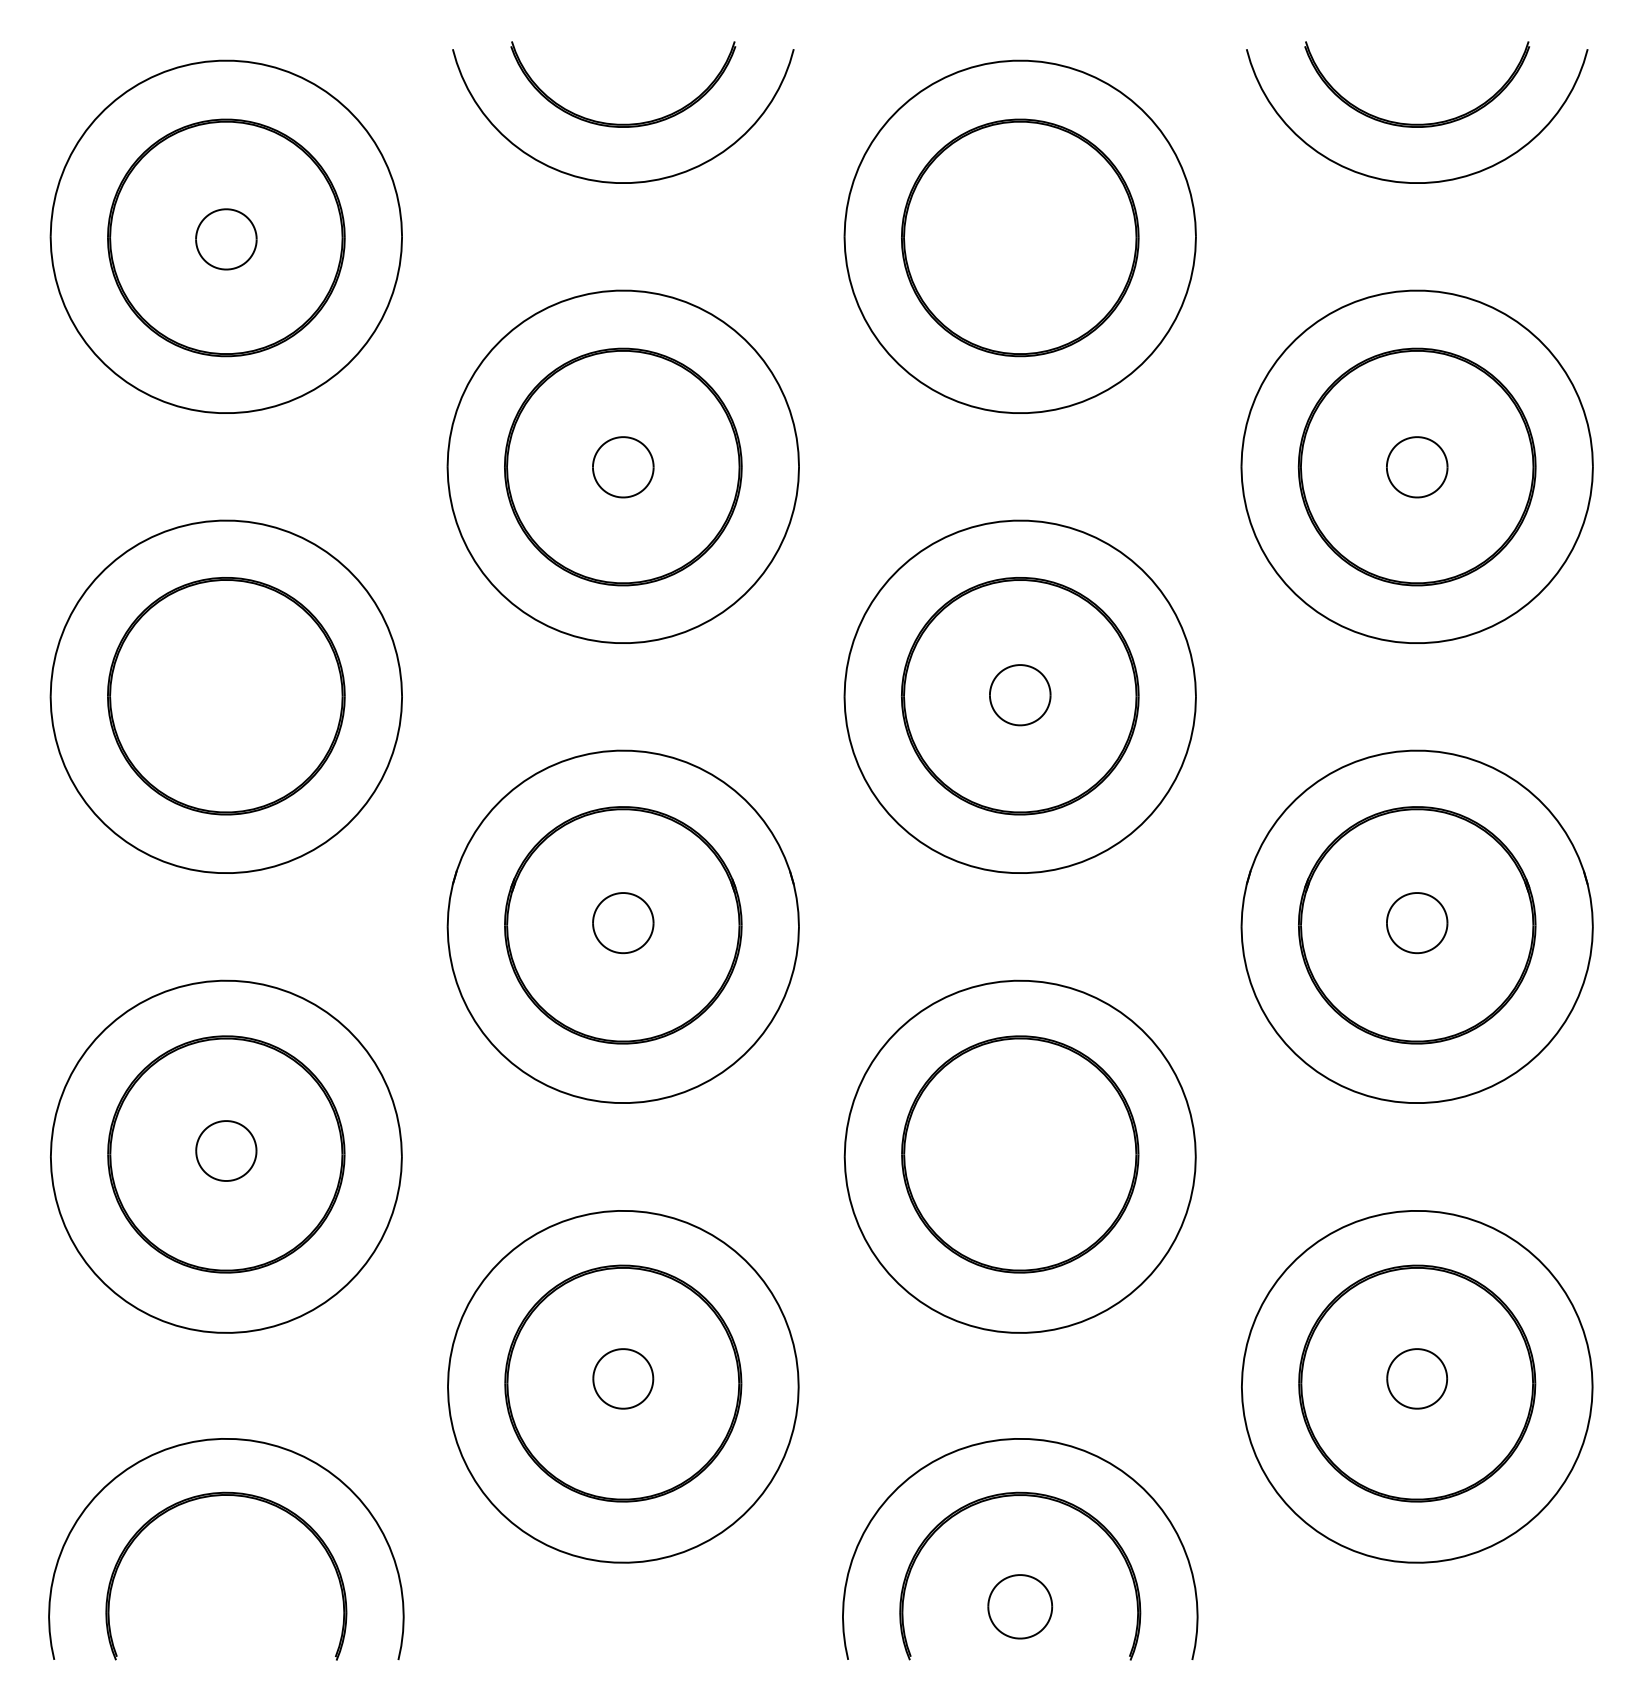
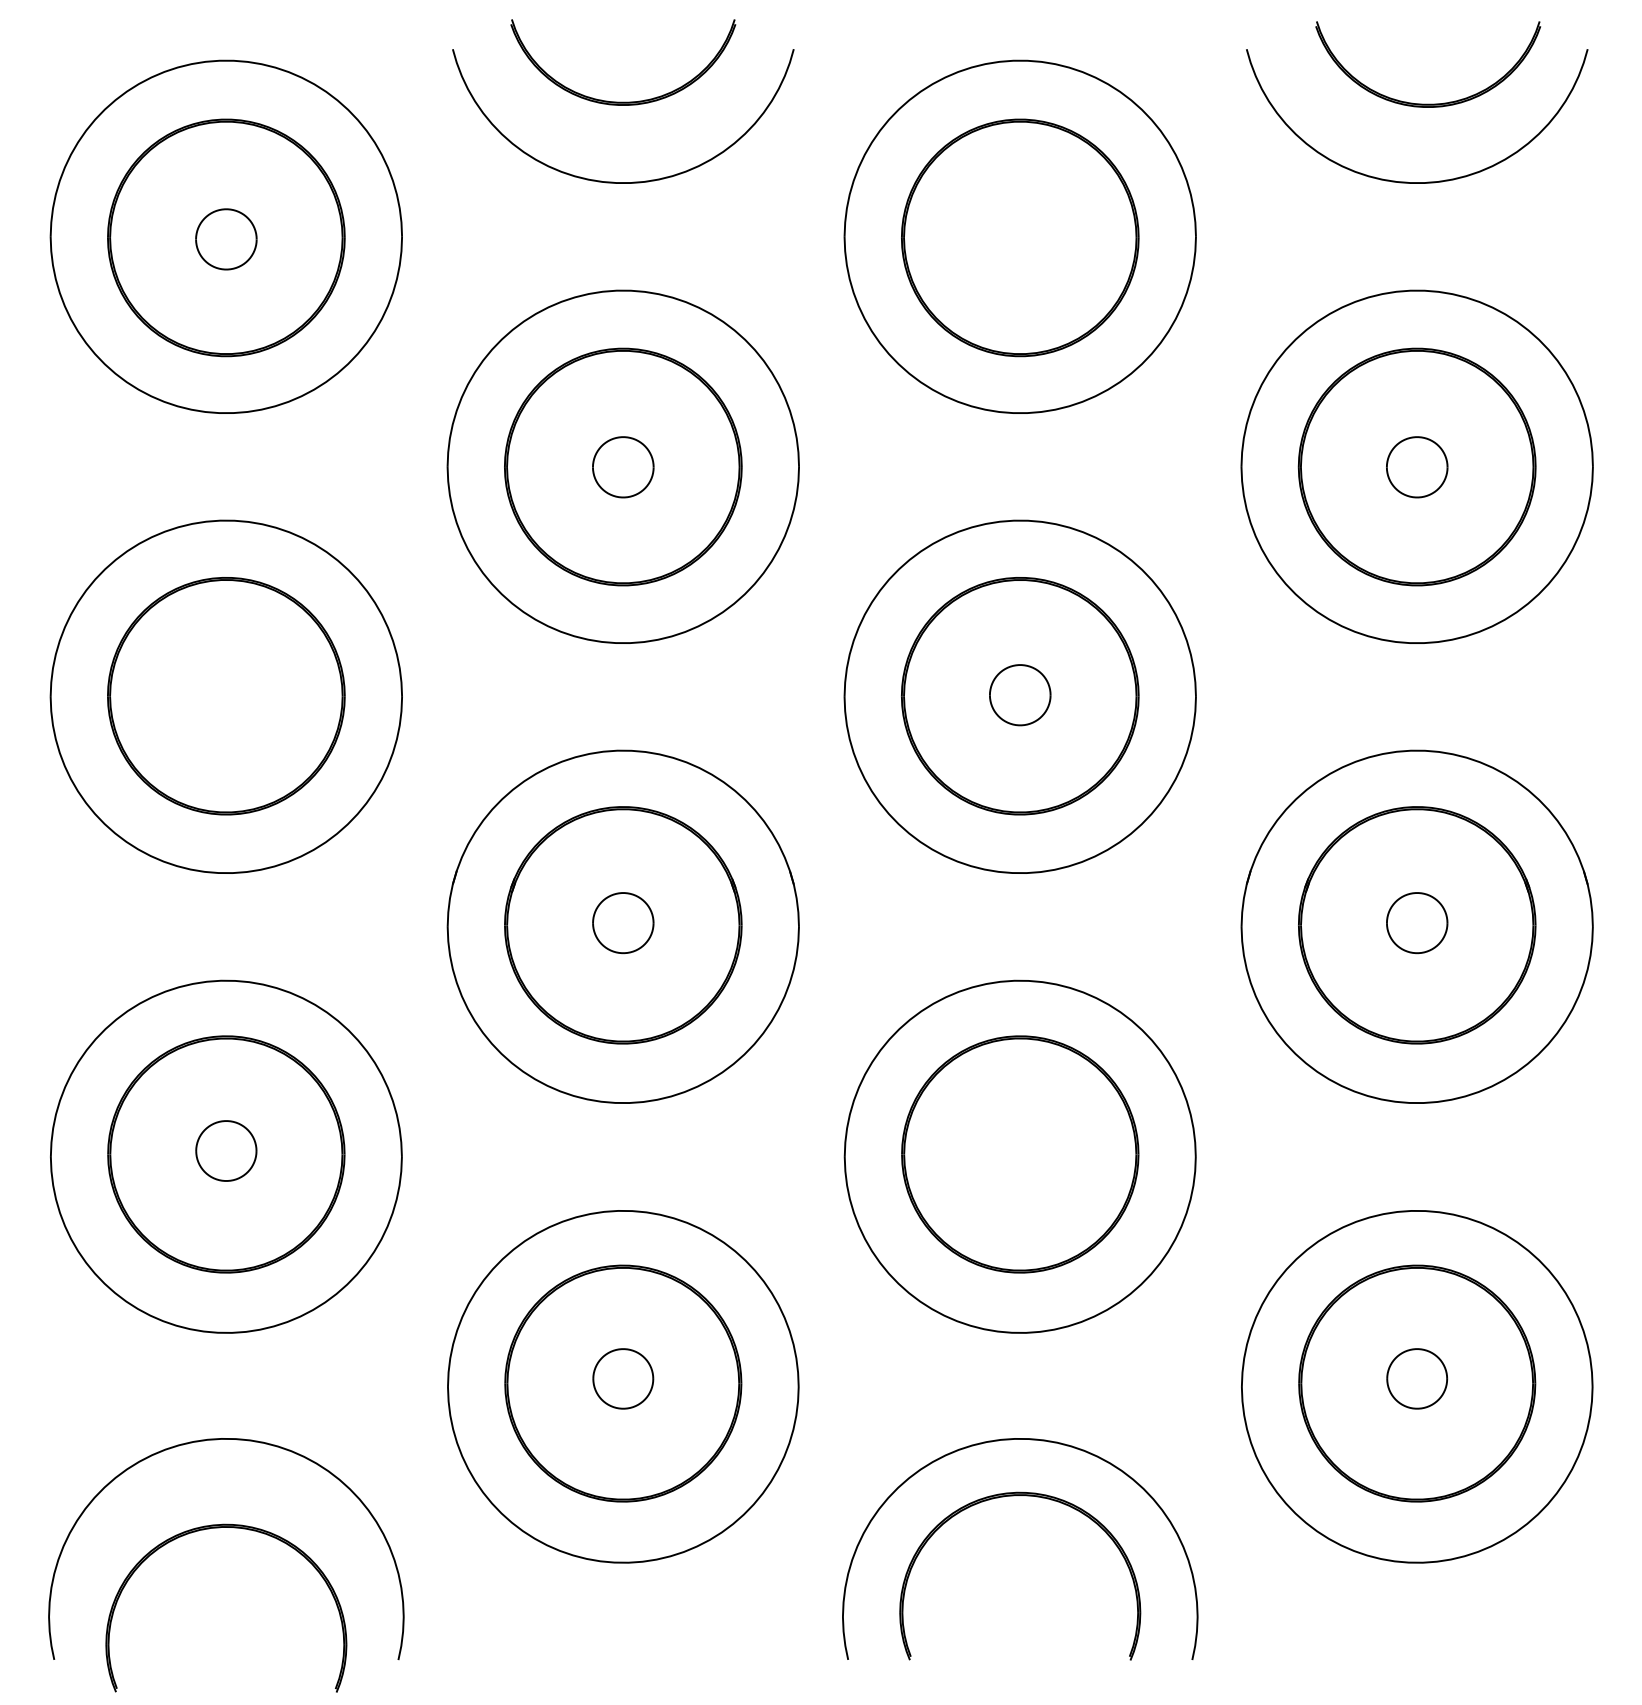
part at (623, 123) position: (623, 123) -> (623, 101)
part at (1417, 123) position: (1417, 123) -> (1428, 103)
part at (219, 1496) position: (219, 1496) -> (219, 1528)
part at (1020, 1606): present -> none
